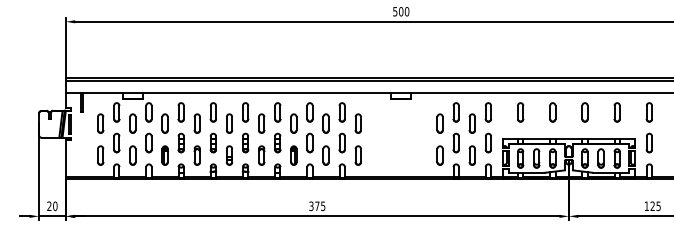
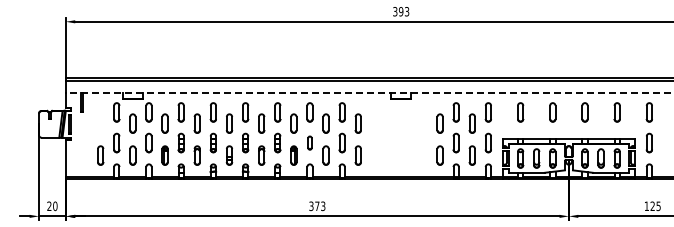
text at (401, 11): 500 -> 393
line at (369, 93): solid -> dashed
part at (100, 123): present -> none
part at (309, 142) size: 8x22 px -> 6x16 px
text at (323, 205): 375 -> 373
